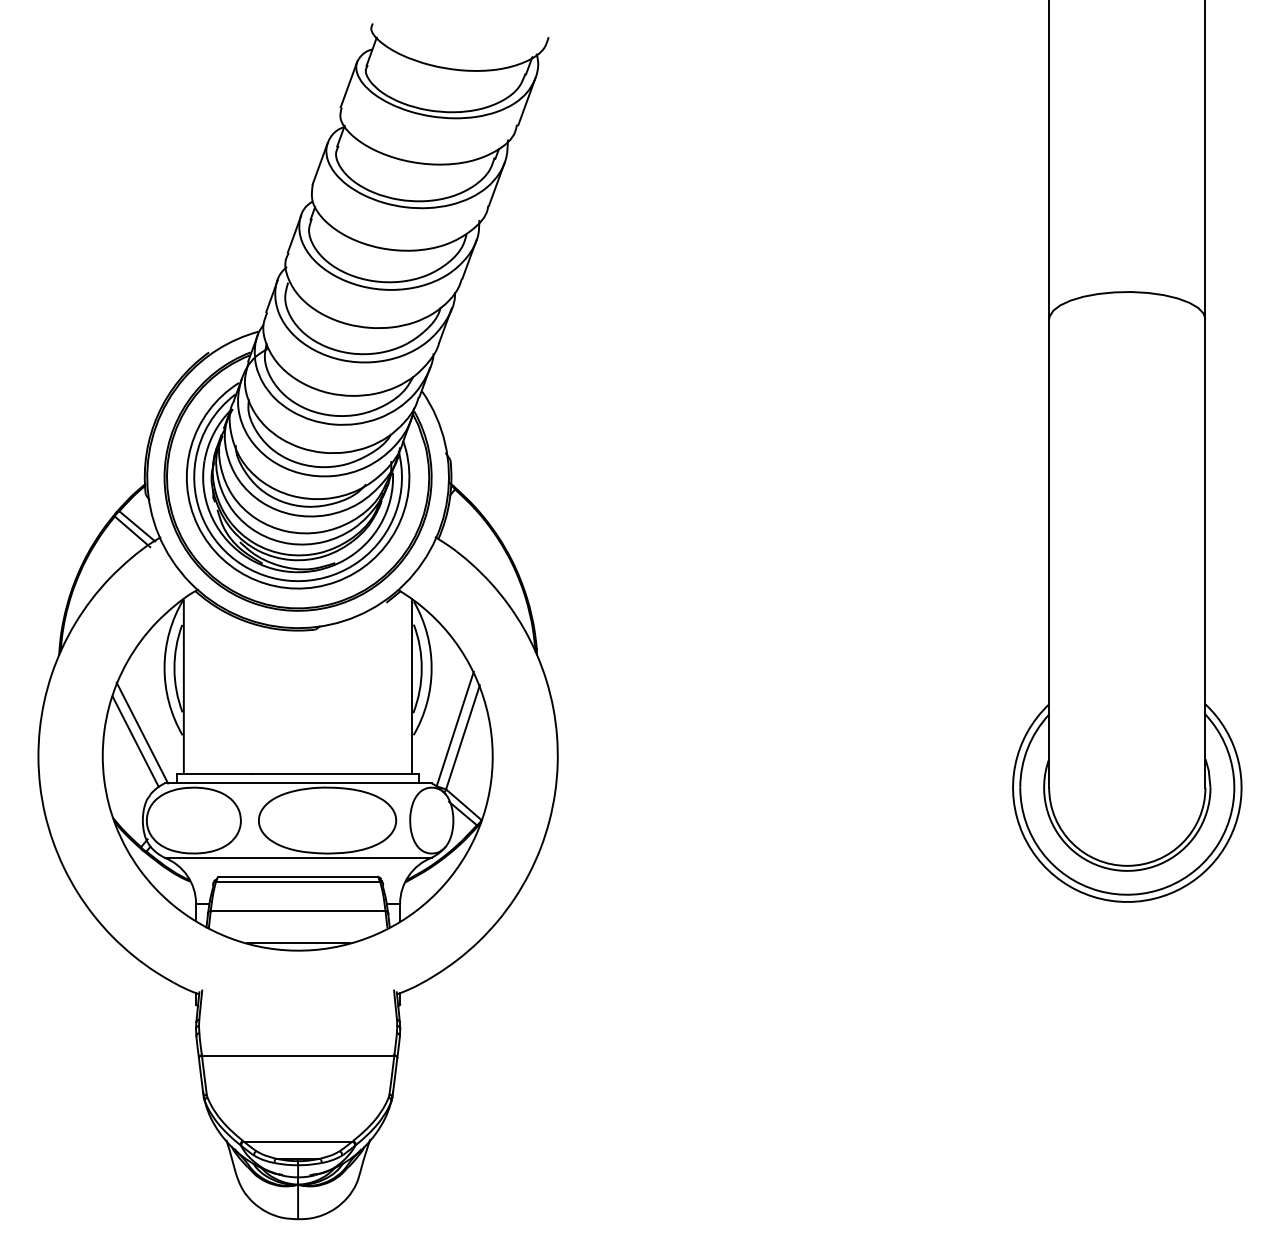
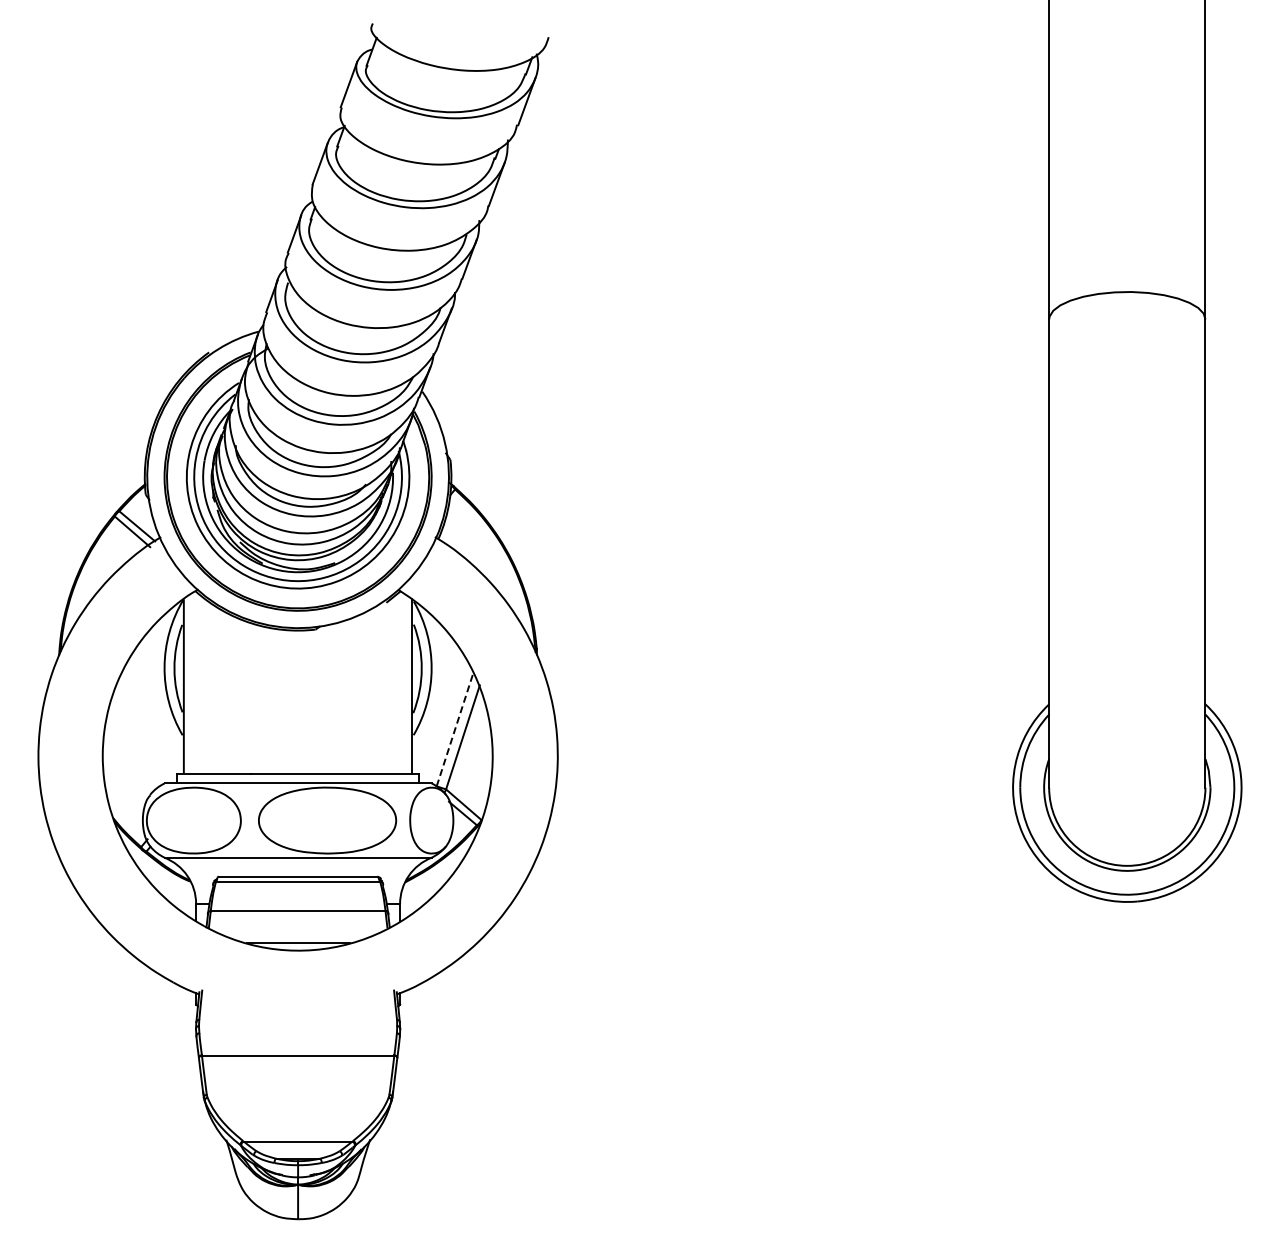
line at (455, 728): solid -> dashed
line at (142, 732): present -> none
line at (135, 741): present -> none
